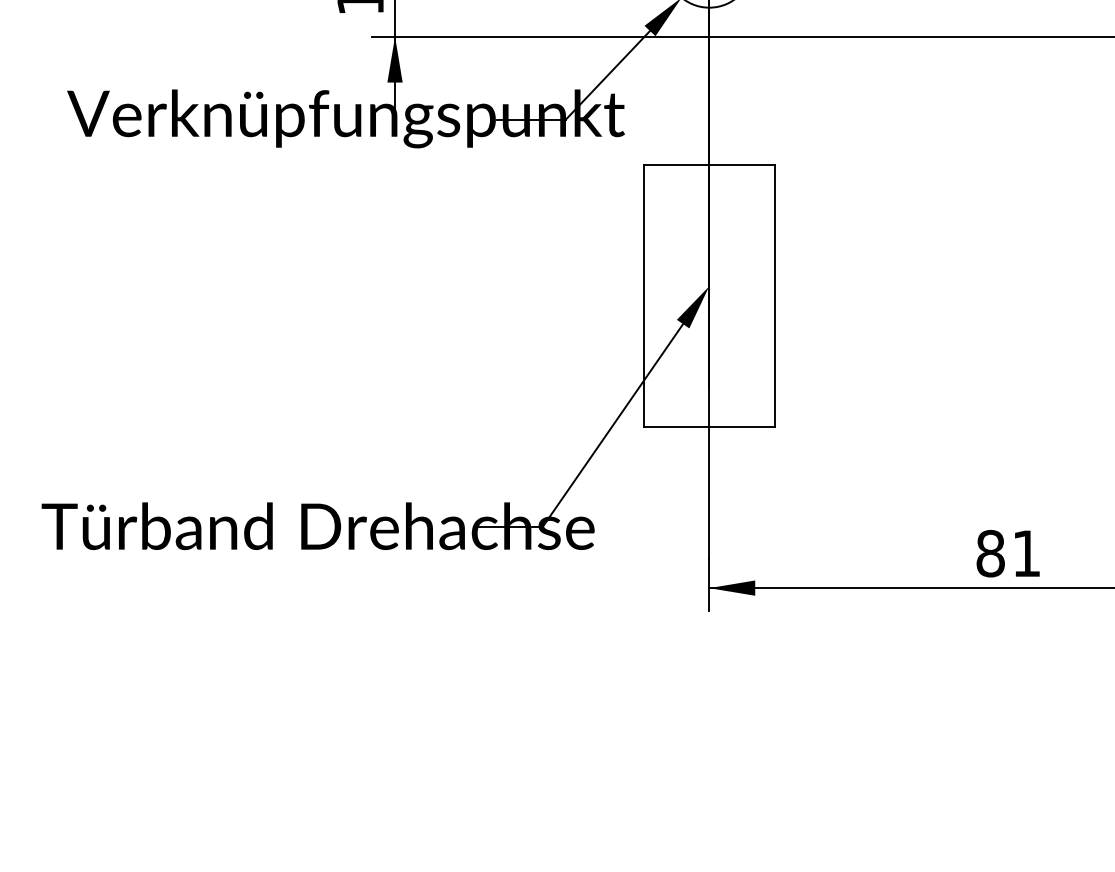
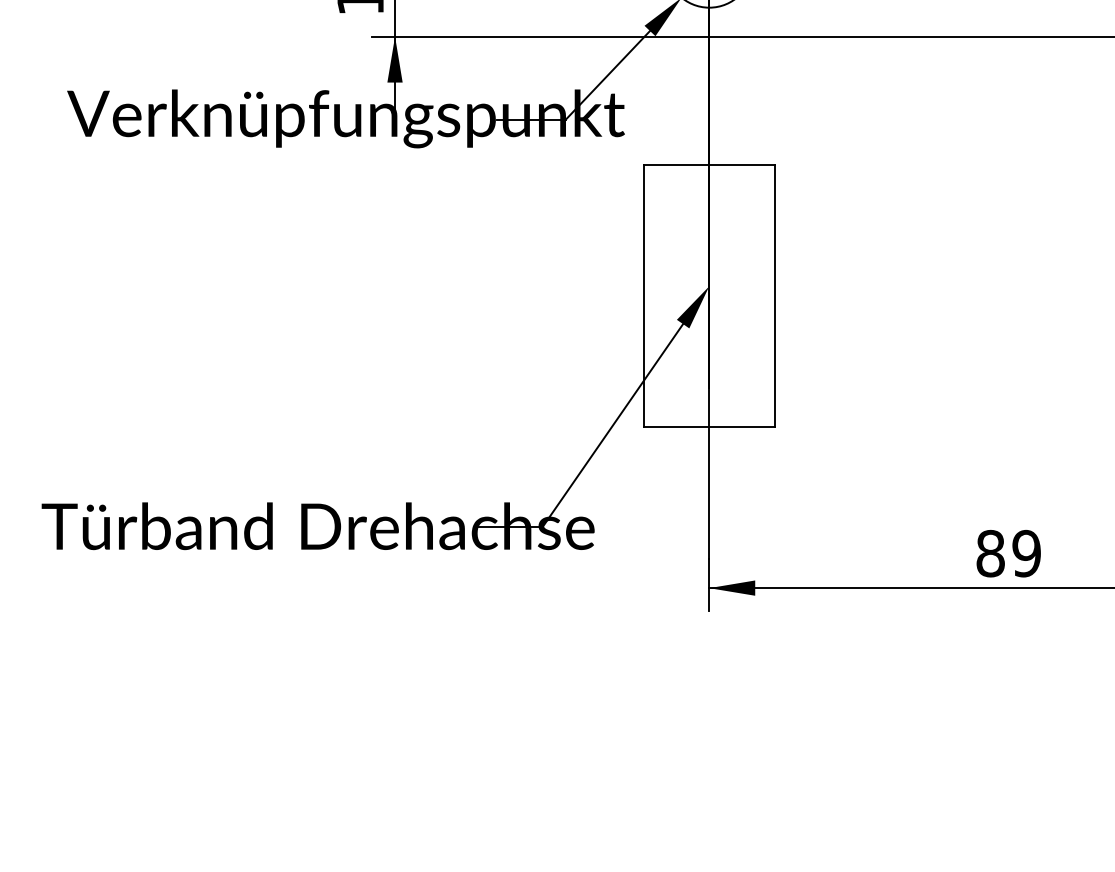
text at (1026, 553): 81 -> 89
